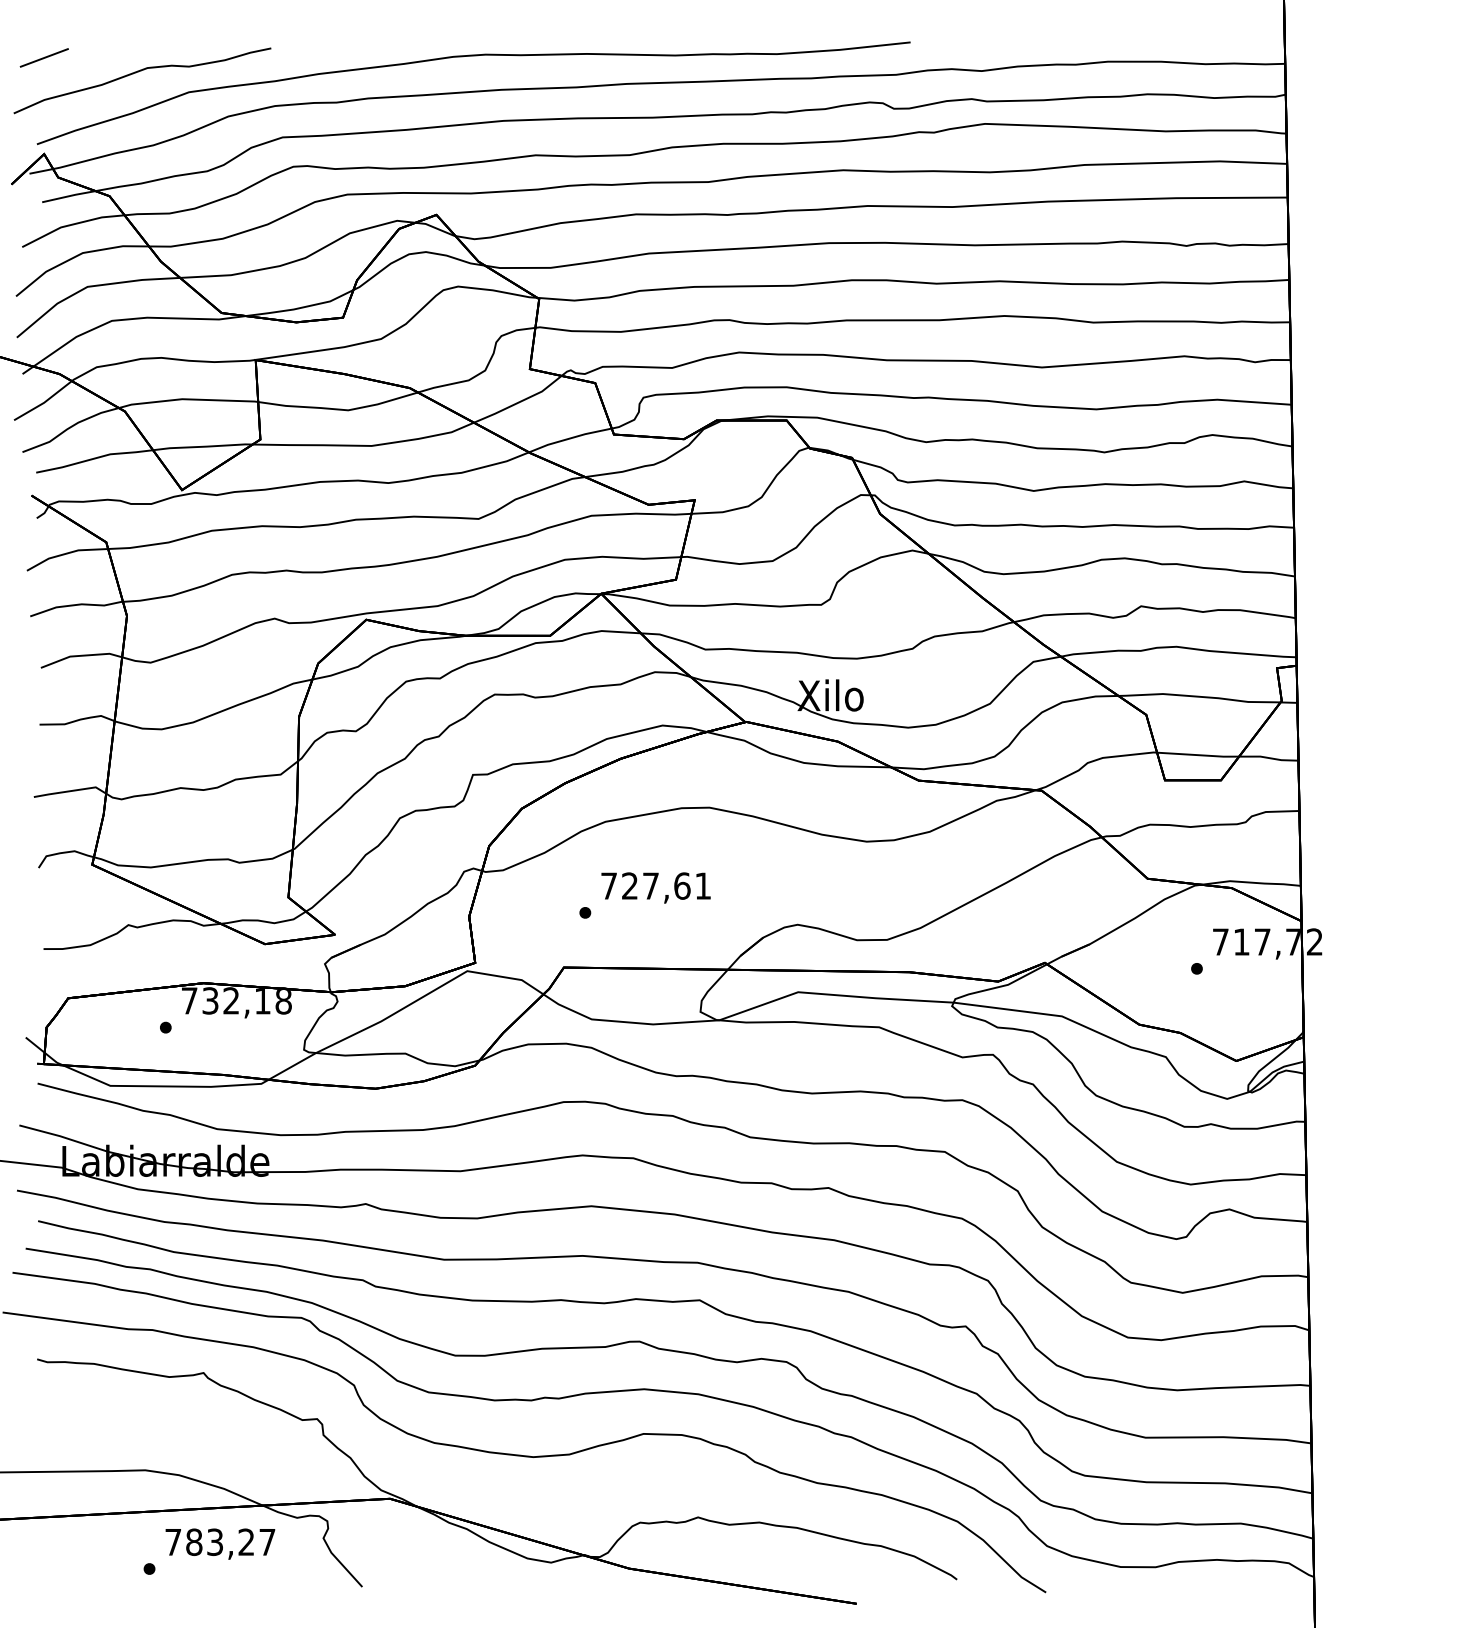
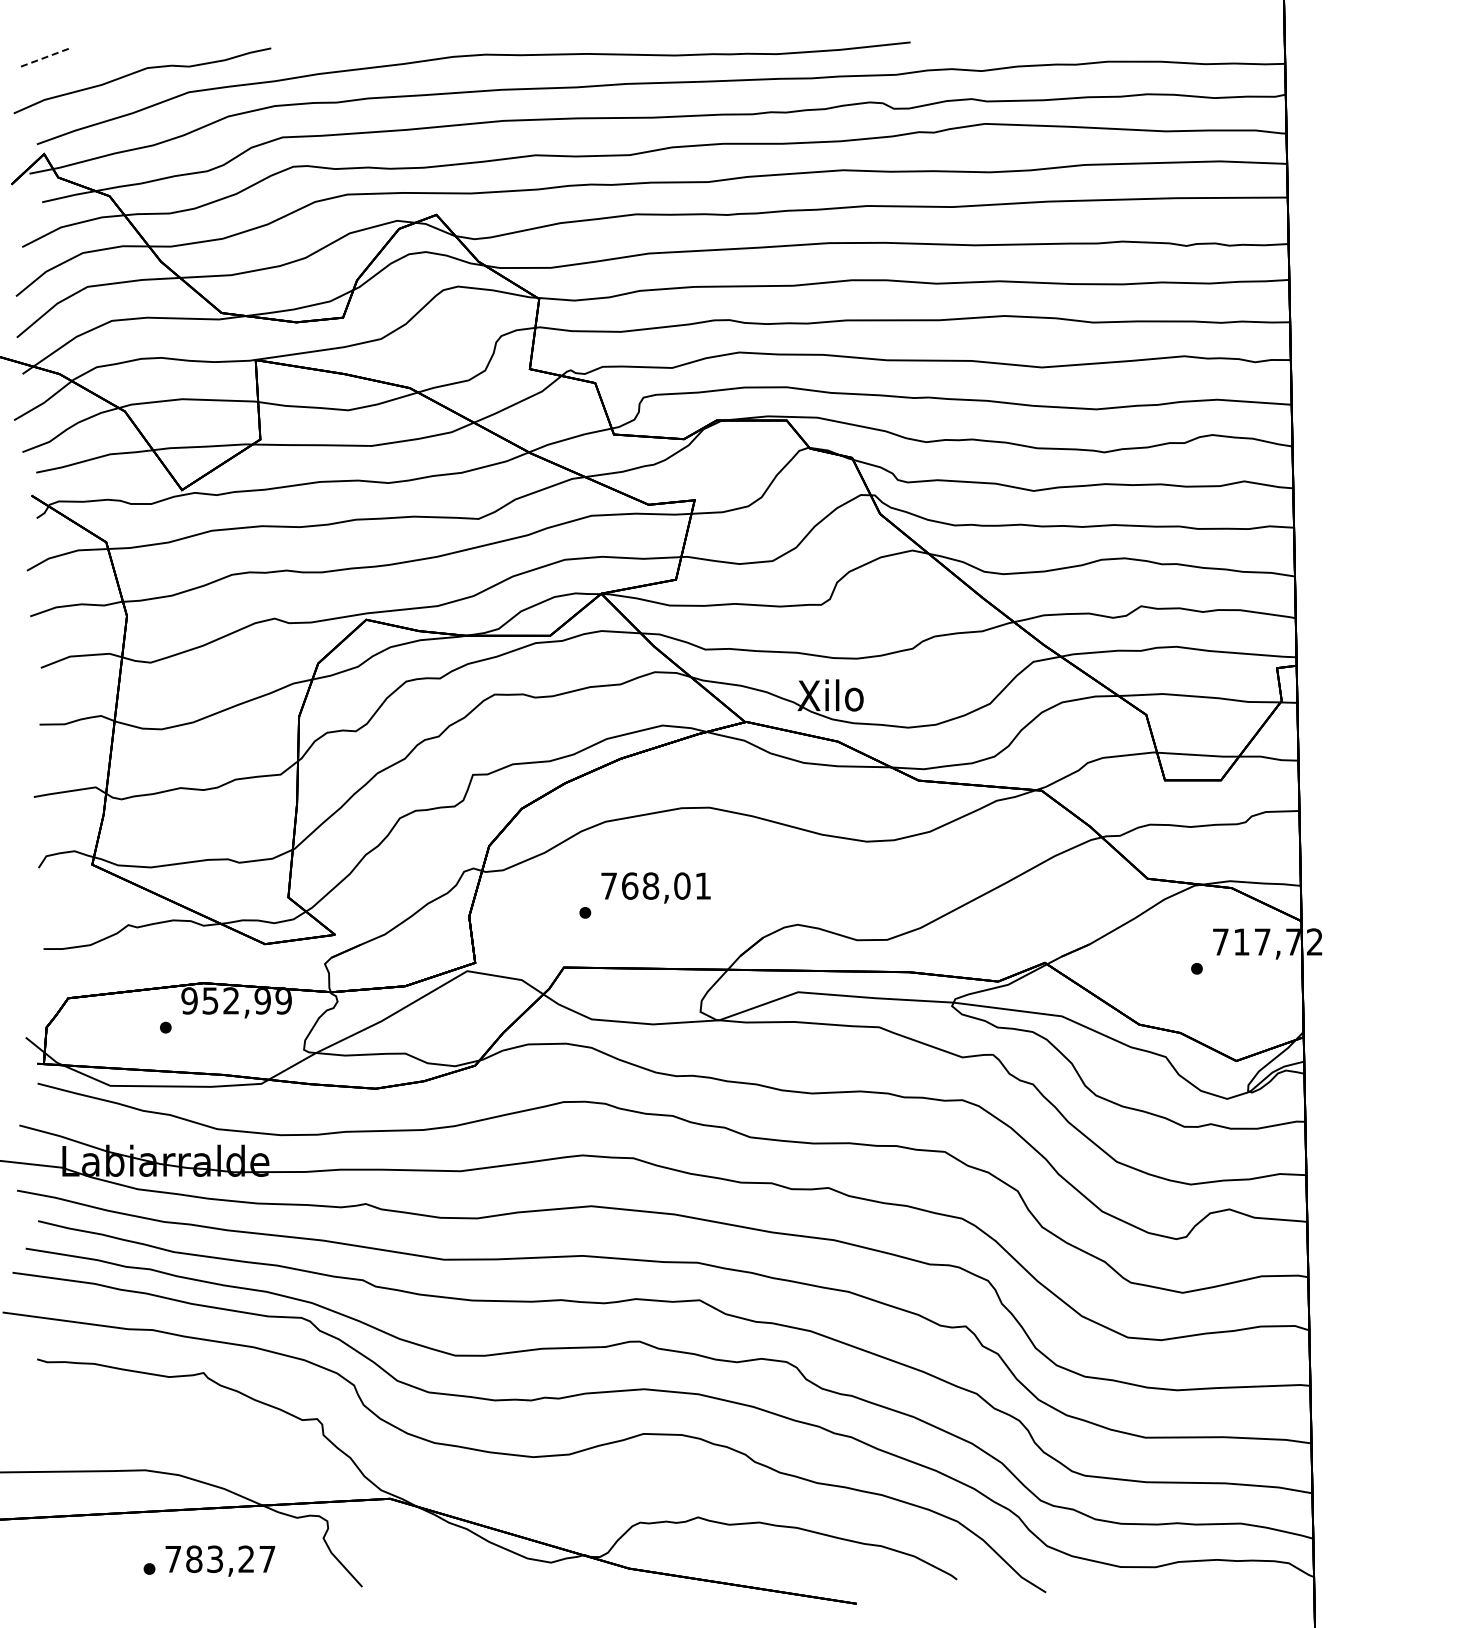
line at (43, 58): solid -> dashed
text at (656, 885): 727,61 -> 768,01
text at (236, 1000): 732,18 -> 952,99
text at (220, 1543) position: (220, 1543) -> (220, 1560)
